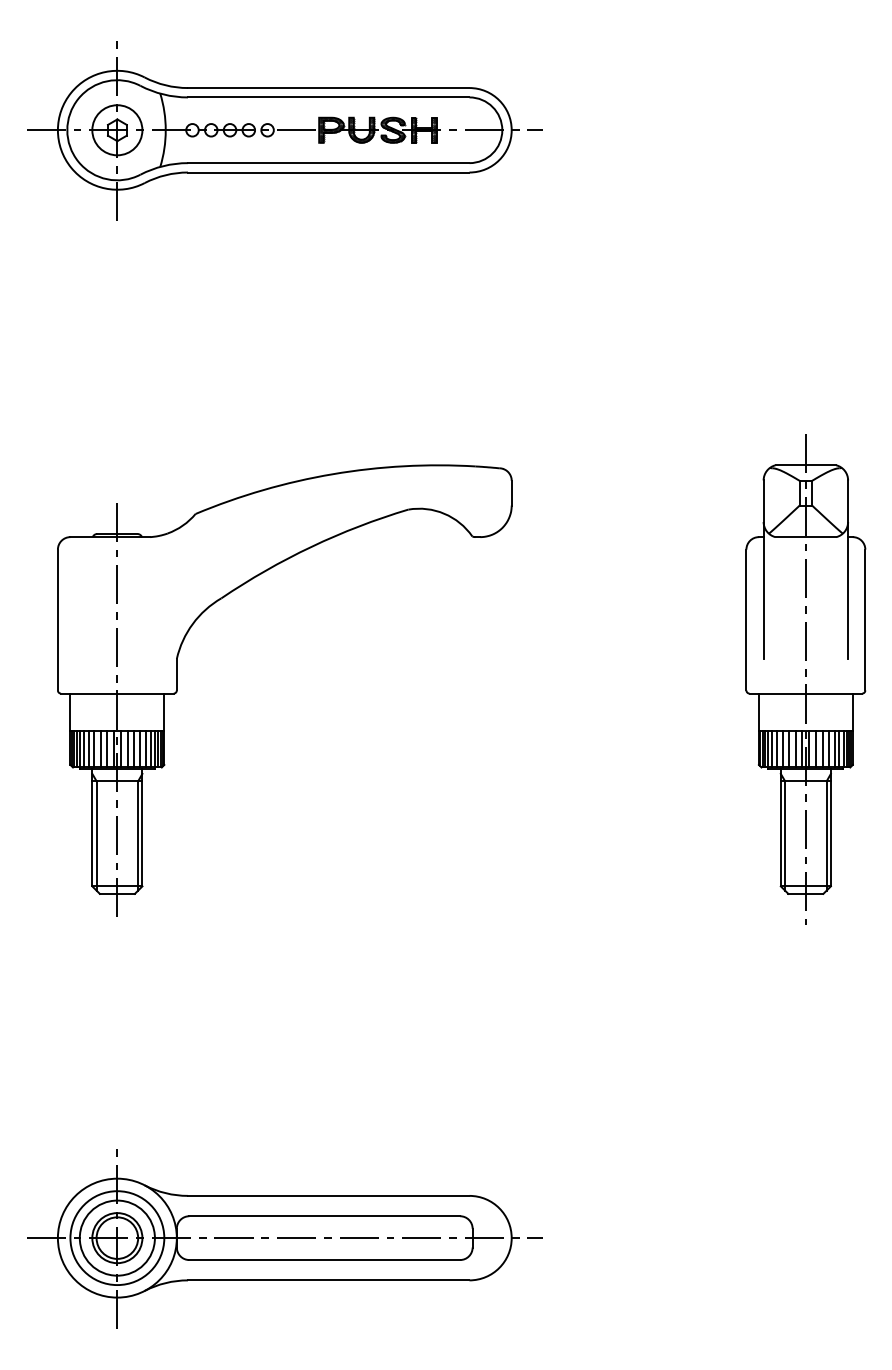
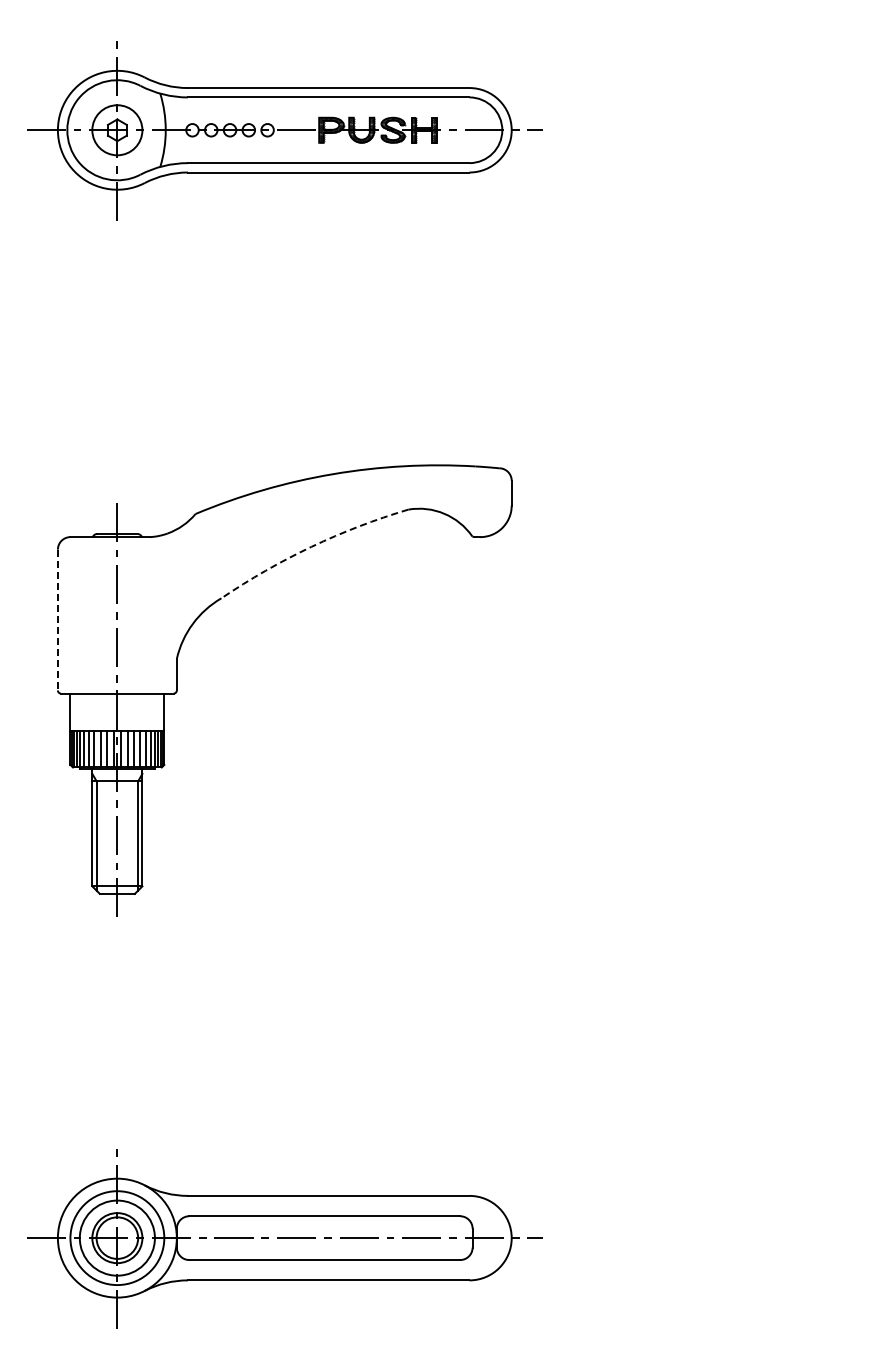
arc at (311, 546): solid -> dashed
line at (57, 620): solid -> dashed
part at (805, 679): present -> none
